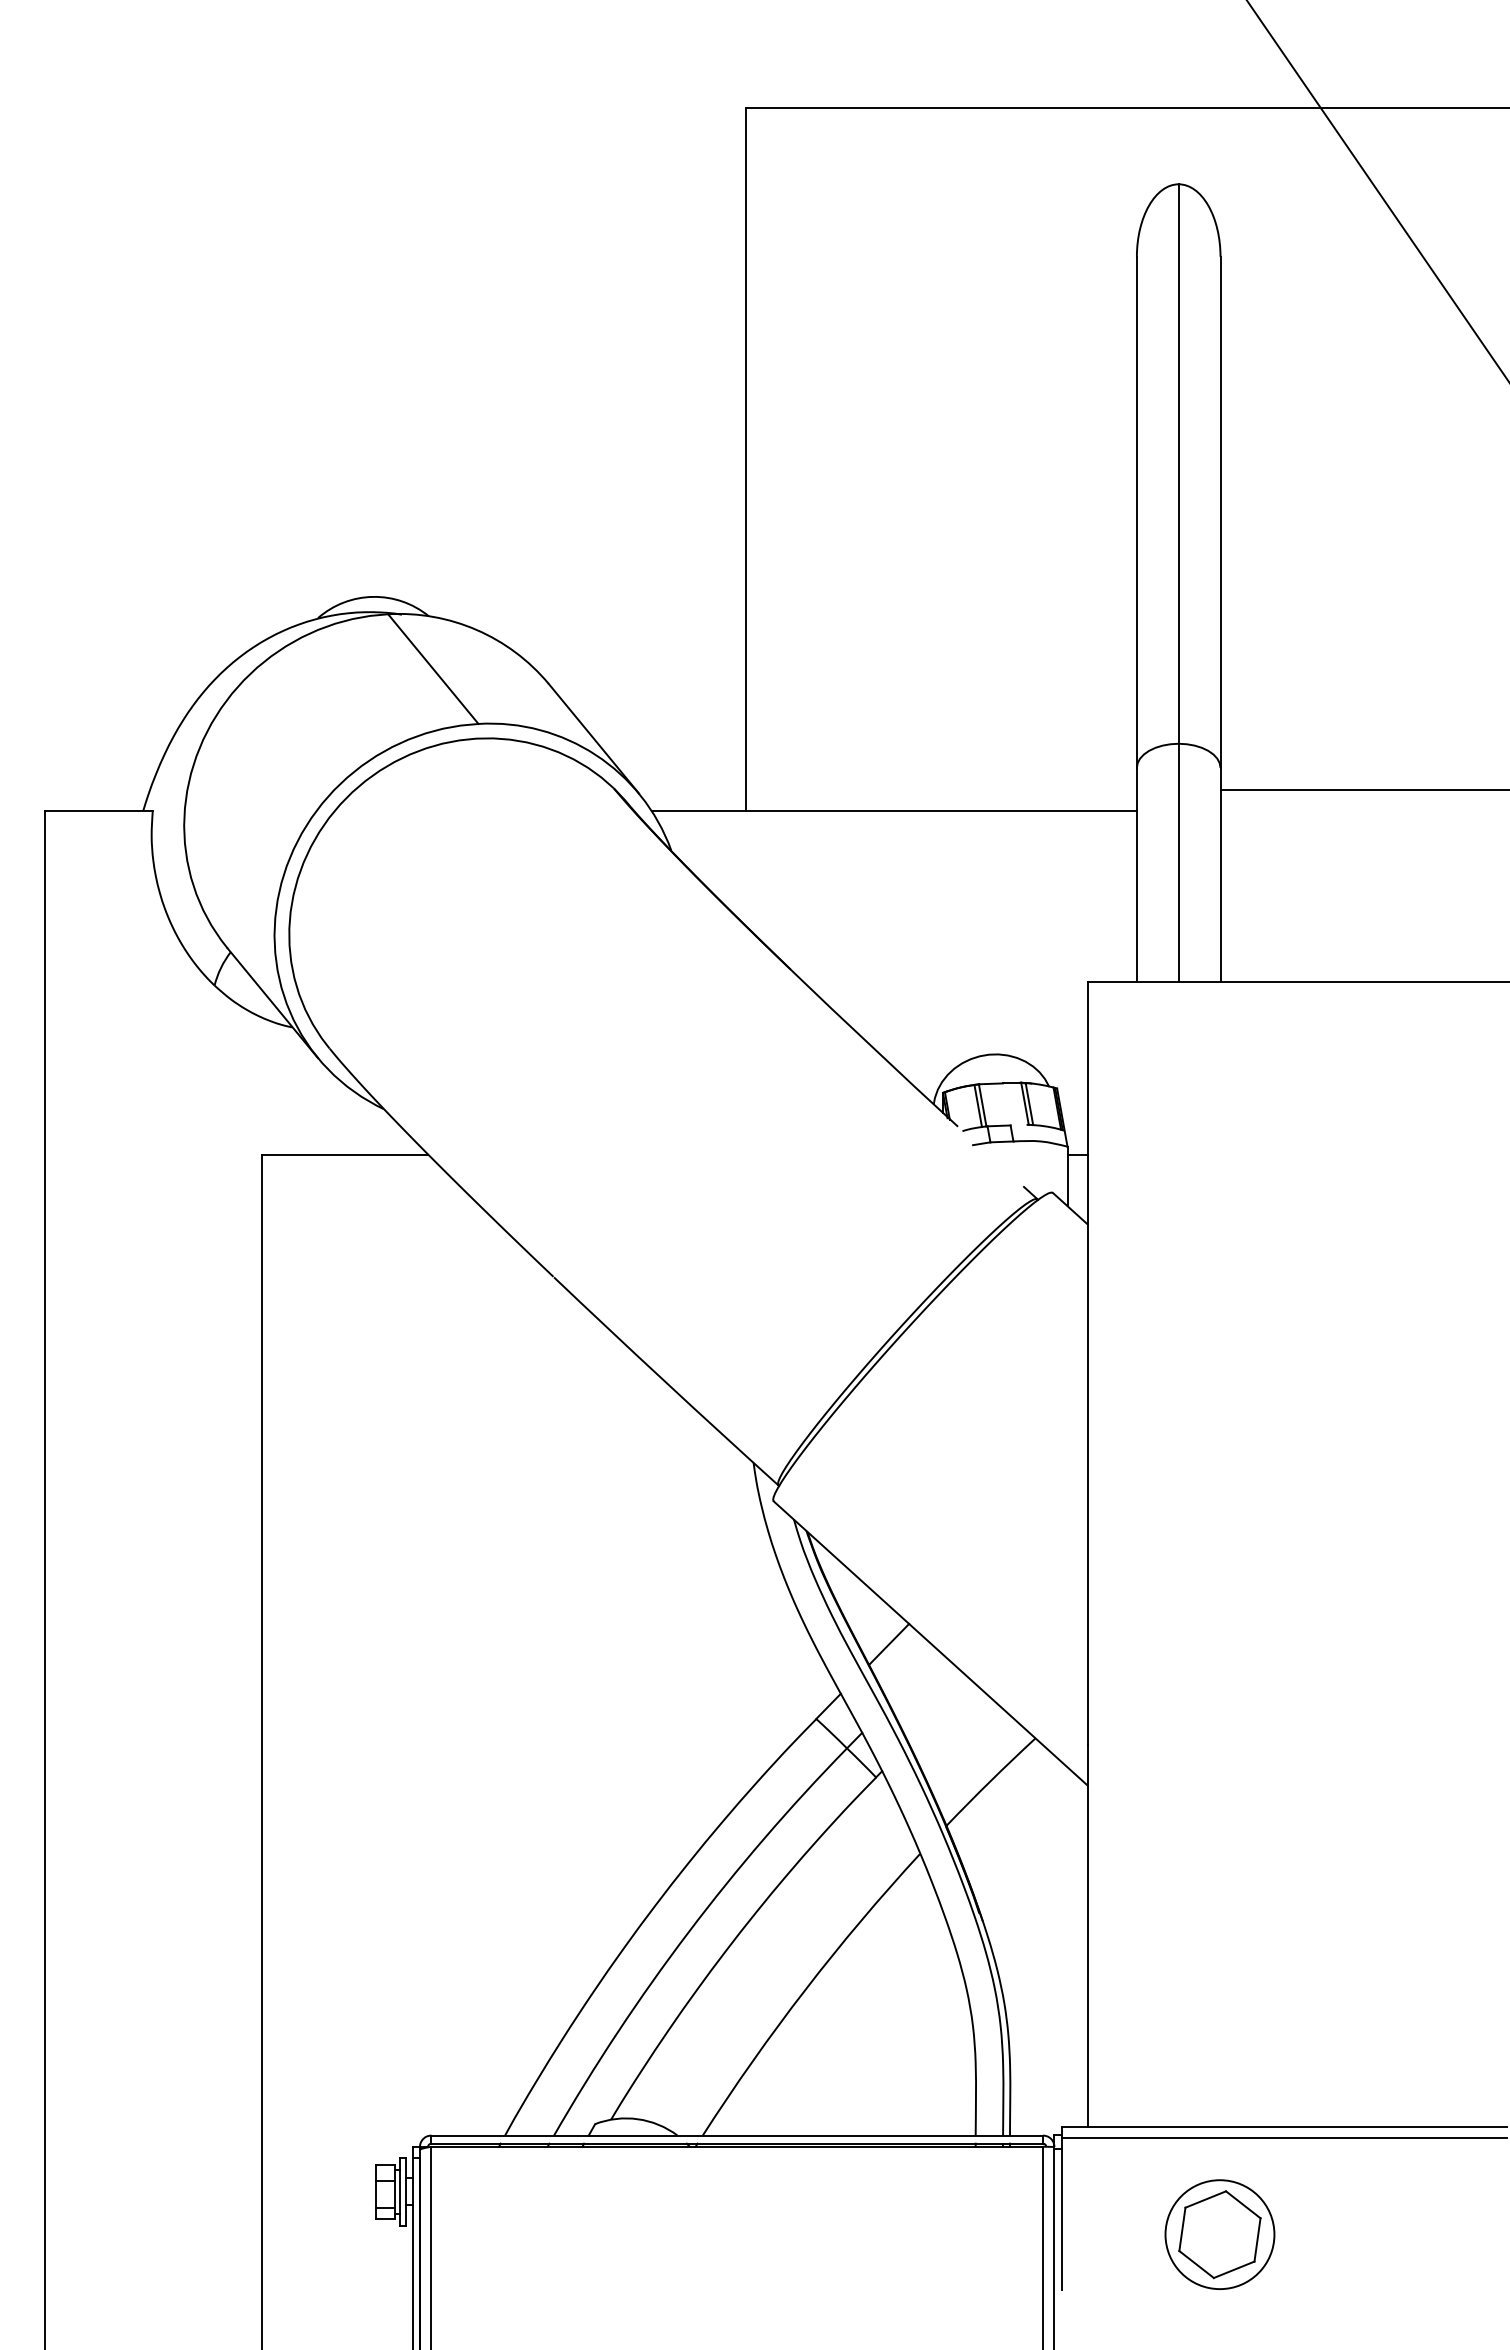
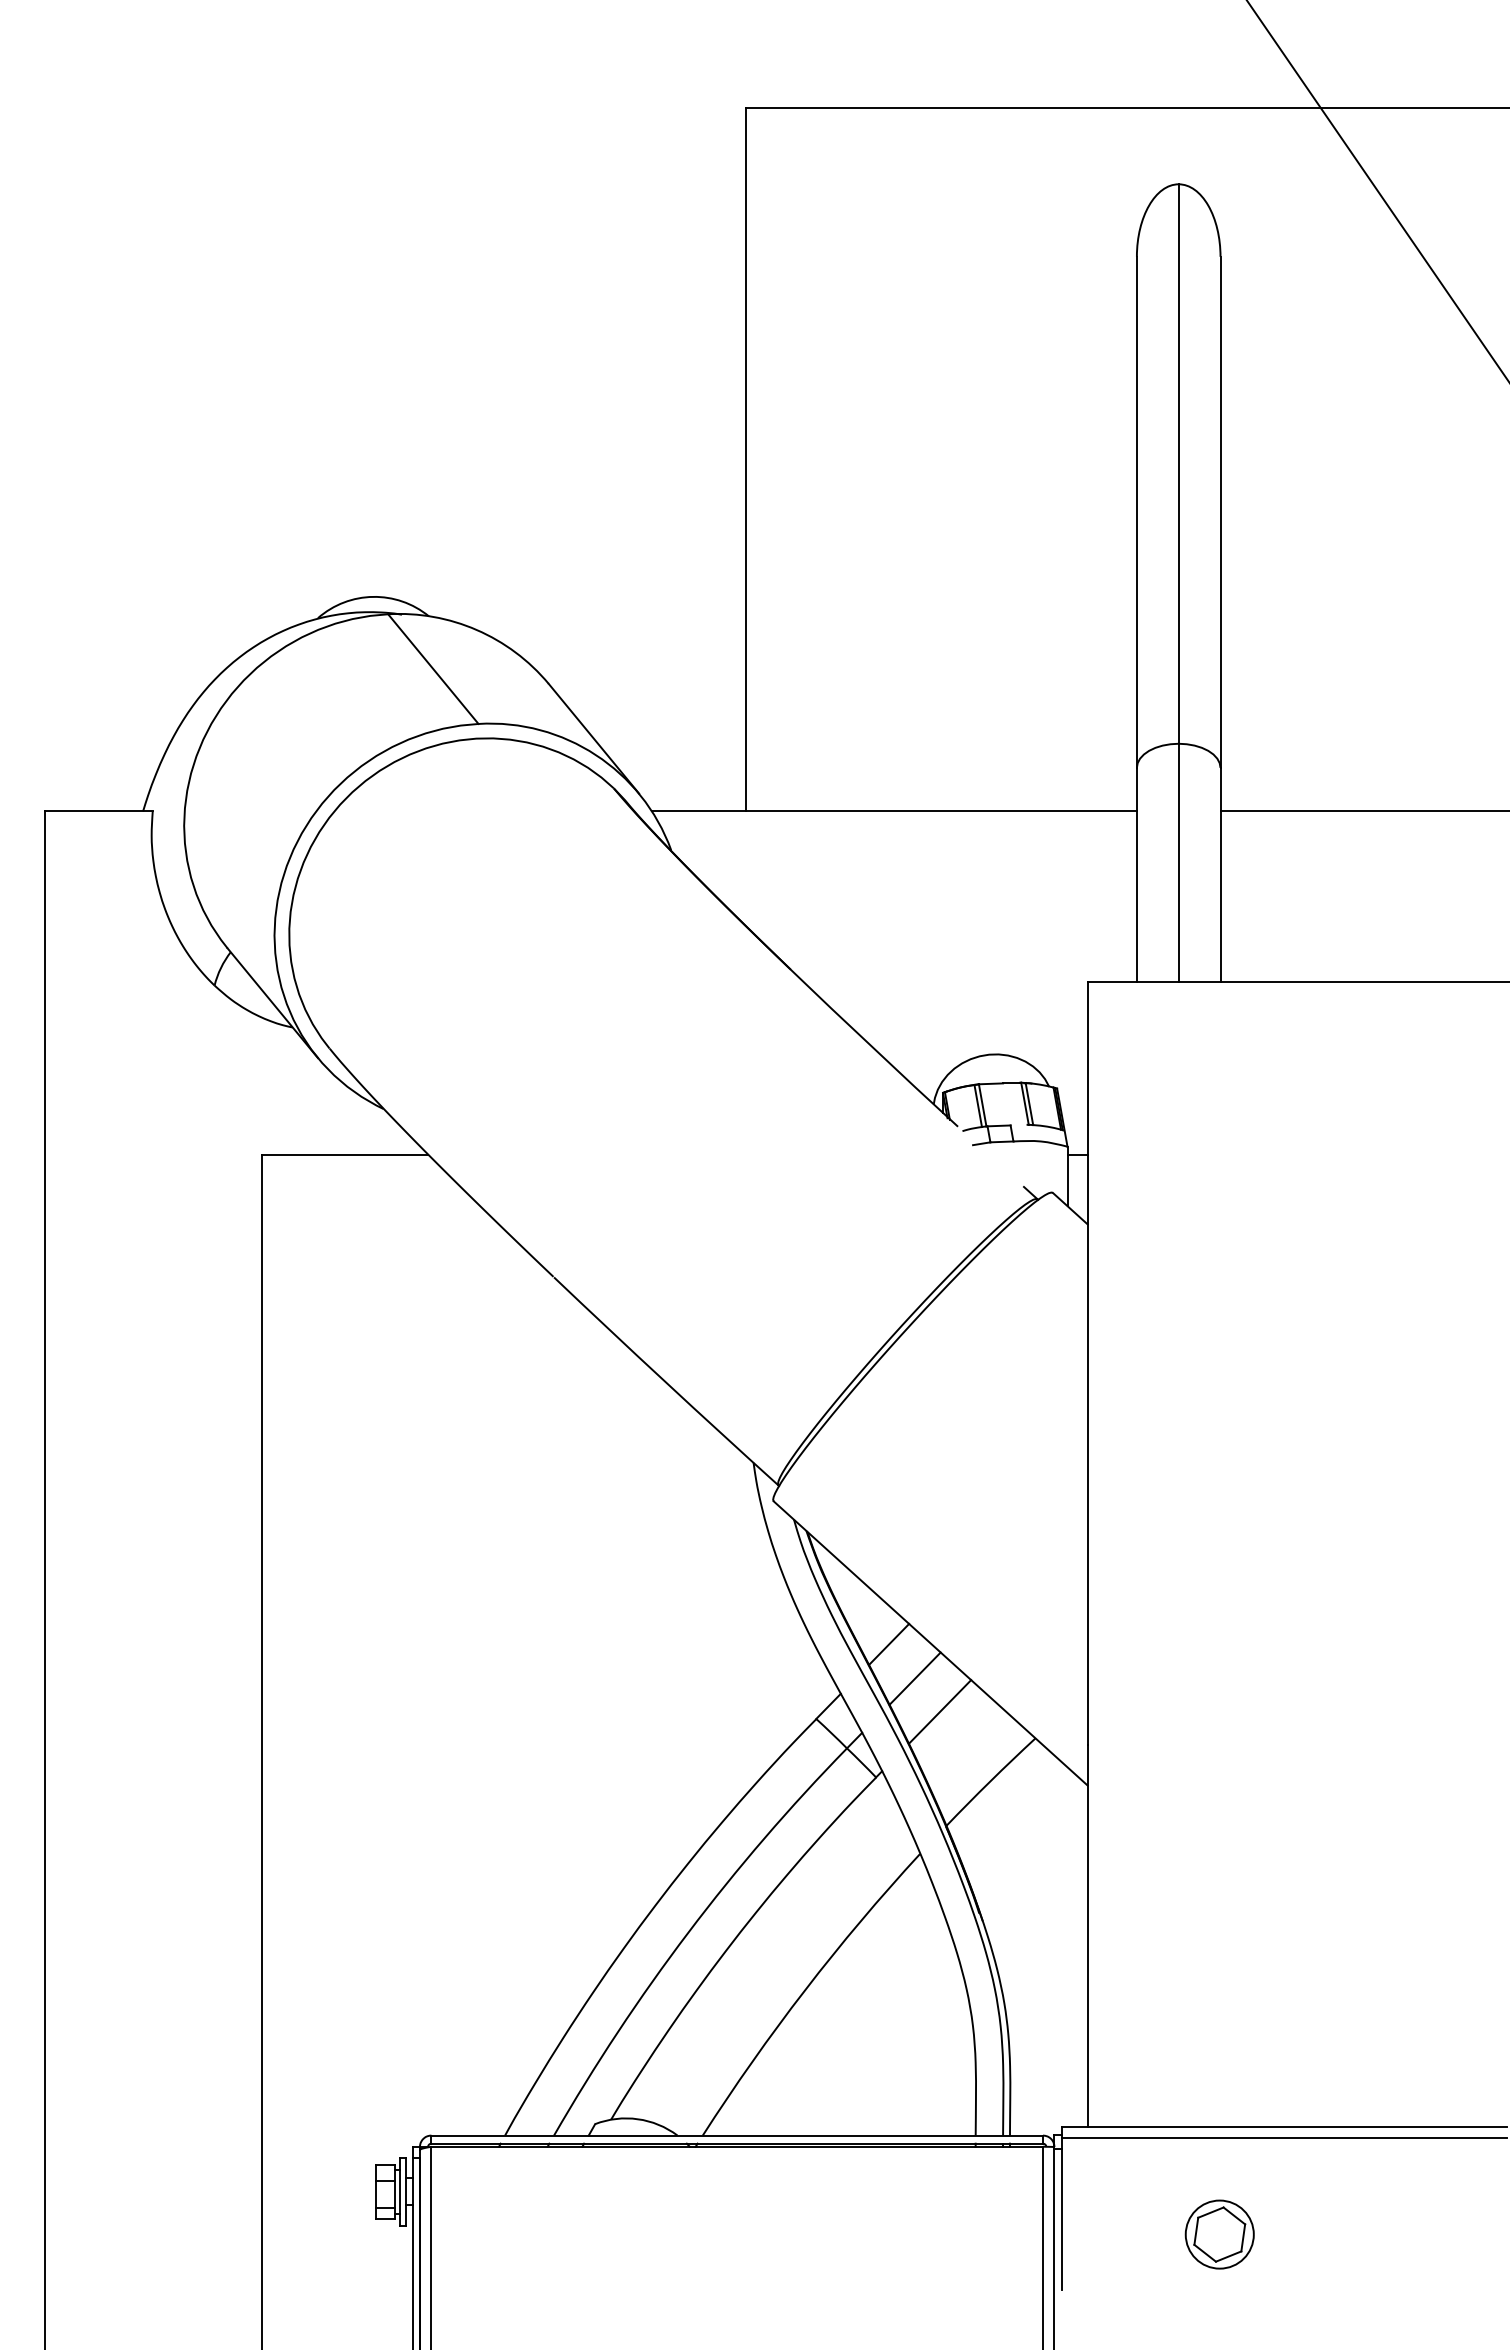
line at (1363, 790) position: (1363, 790) -> (1363, 811)
line at (914, 1678): none -> present
line at (939, 1711): none -> present
part at (1219, 2234) size: 112x111 px -> 71x71 px
